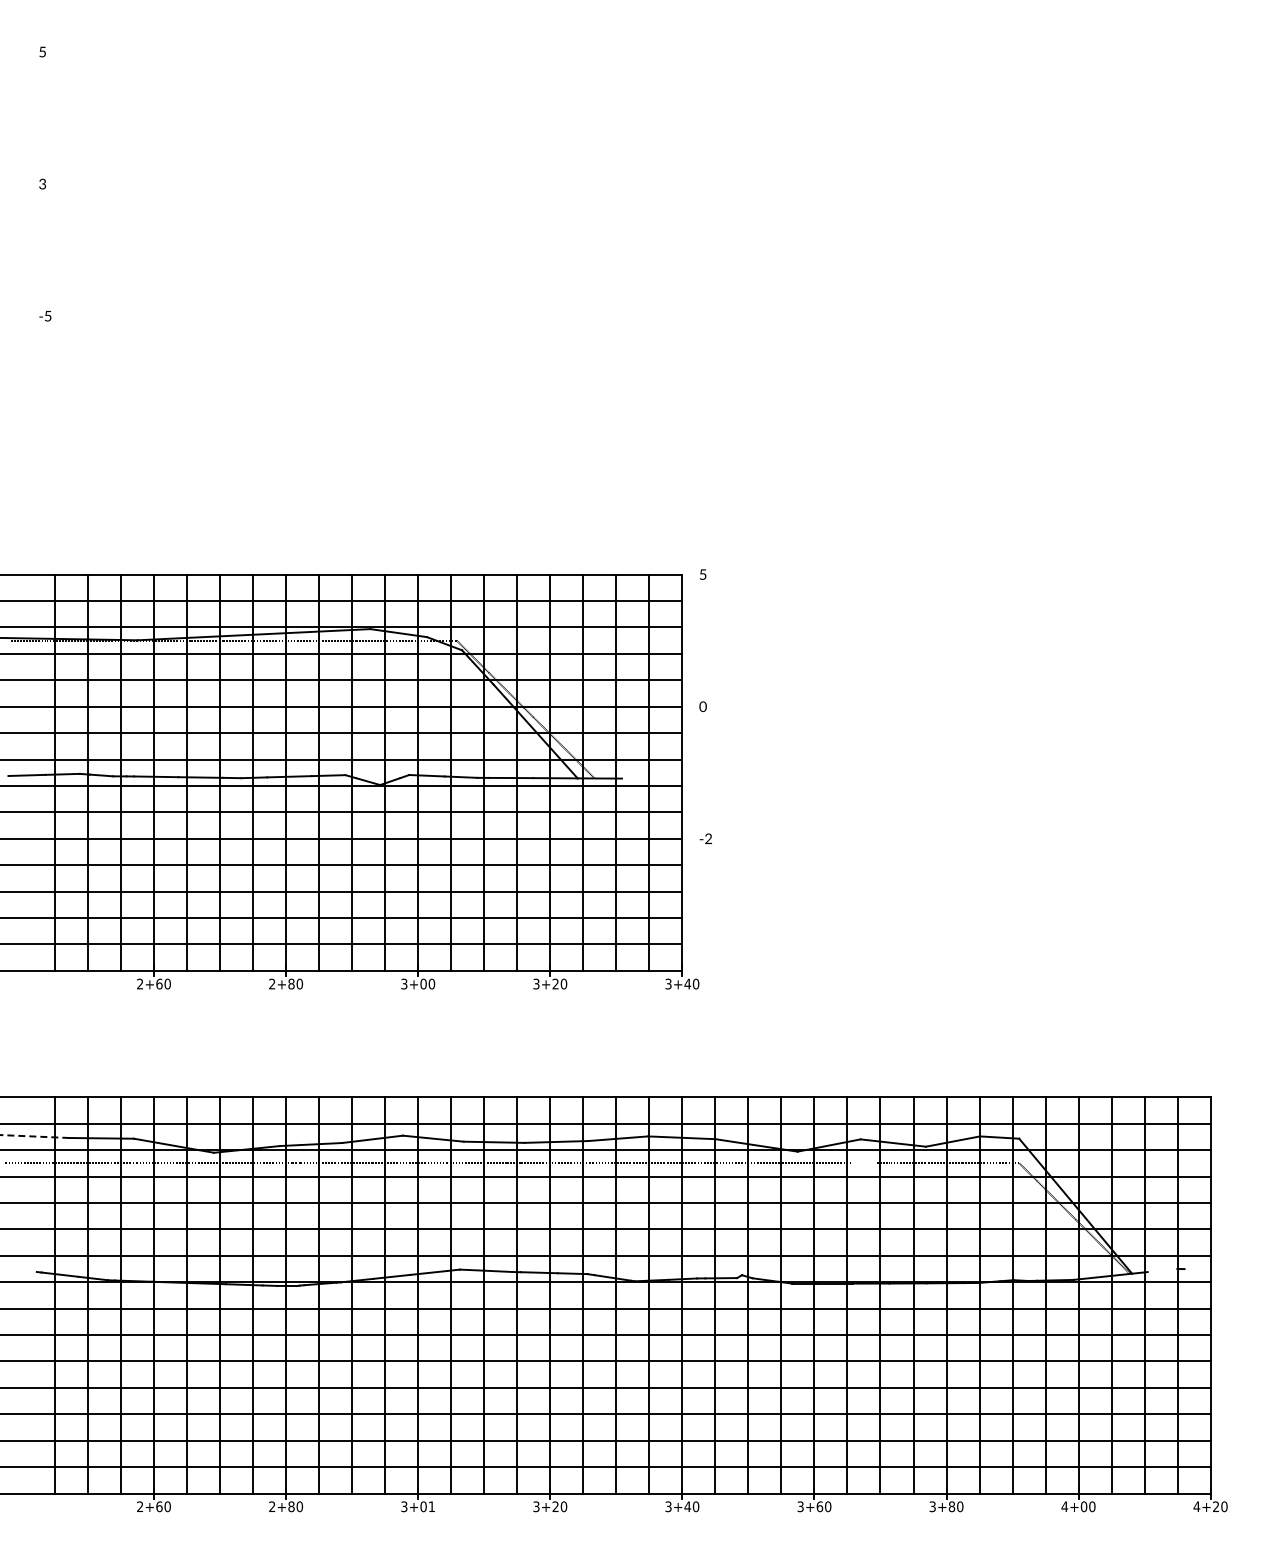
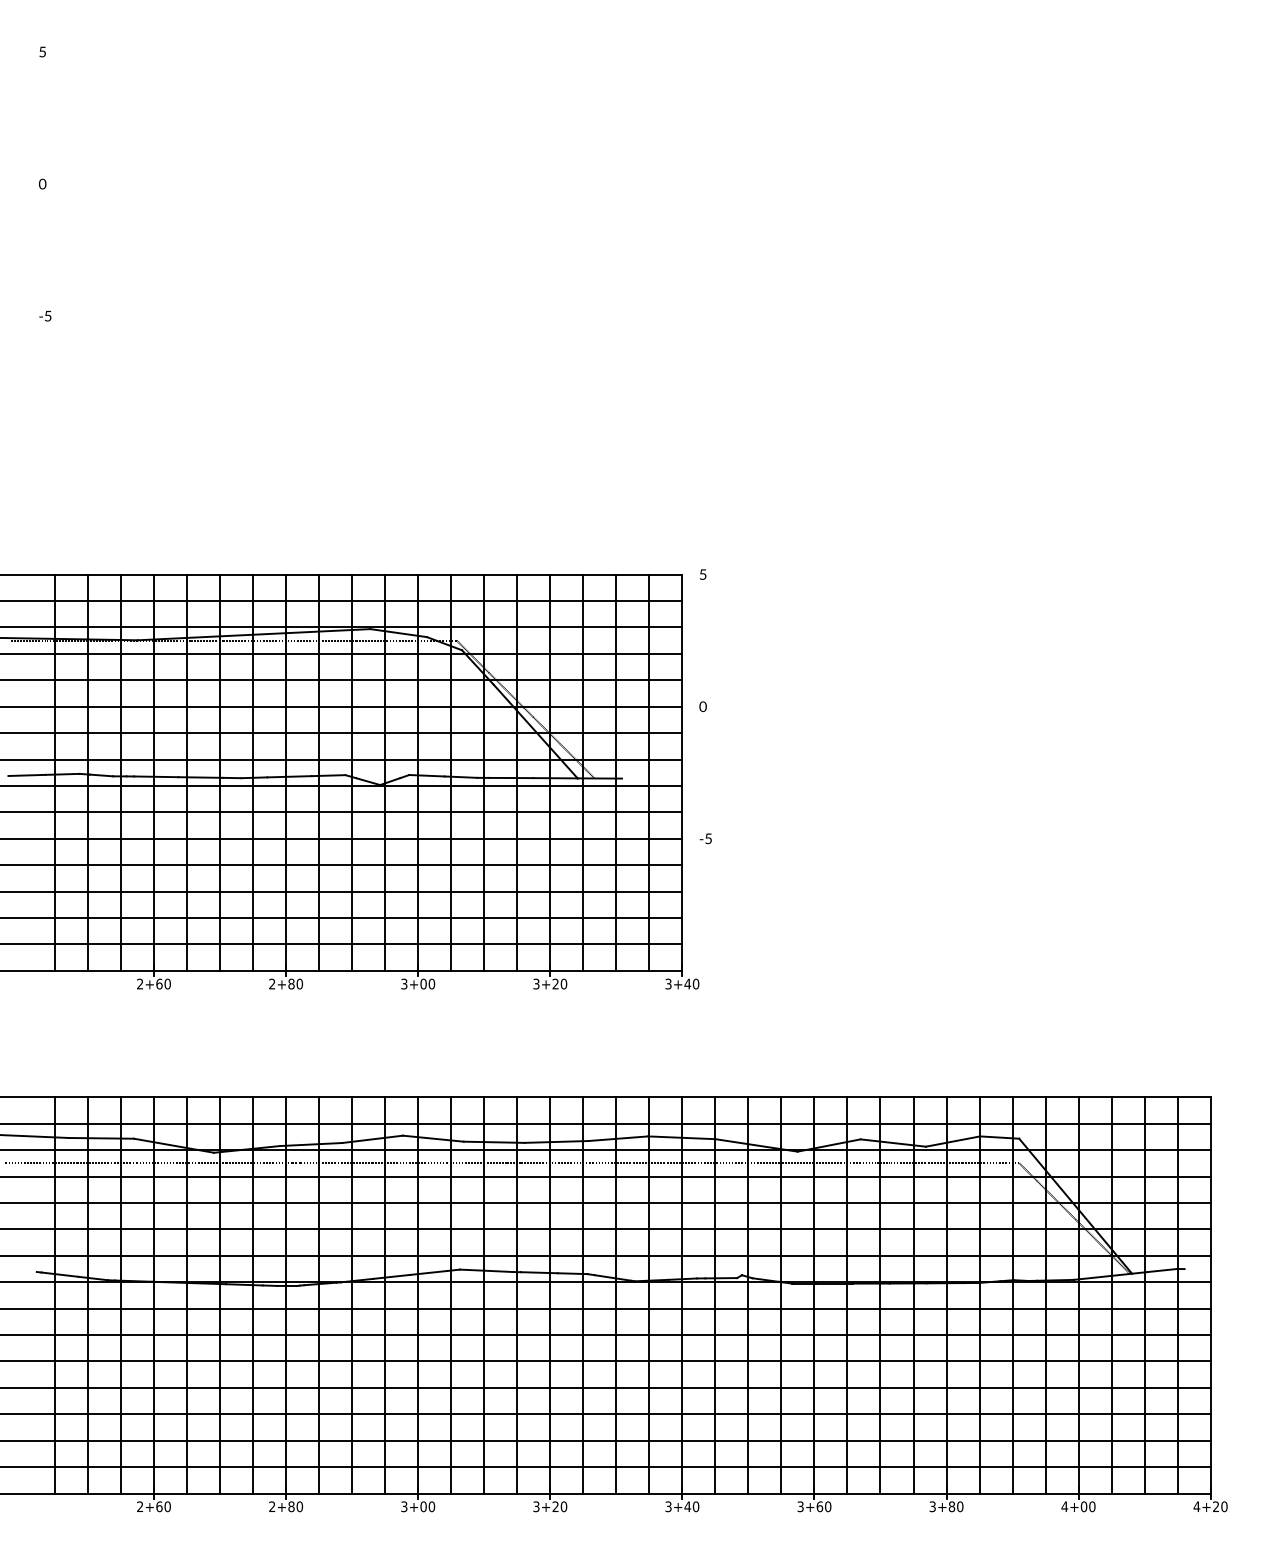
text at (42, 183): 3 -> 0
text at (708, 838): -2 -> -5
line at (35, 1136): dashed -> solid
line at (864, 1163): none -> present
line at (1162, 1270): none -> present
text at (431, 1506): 3+01 -> 3+00
